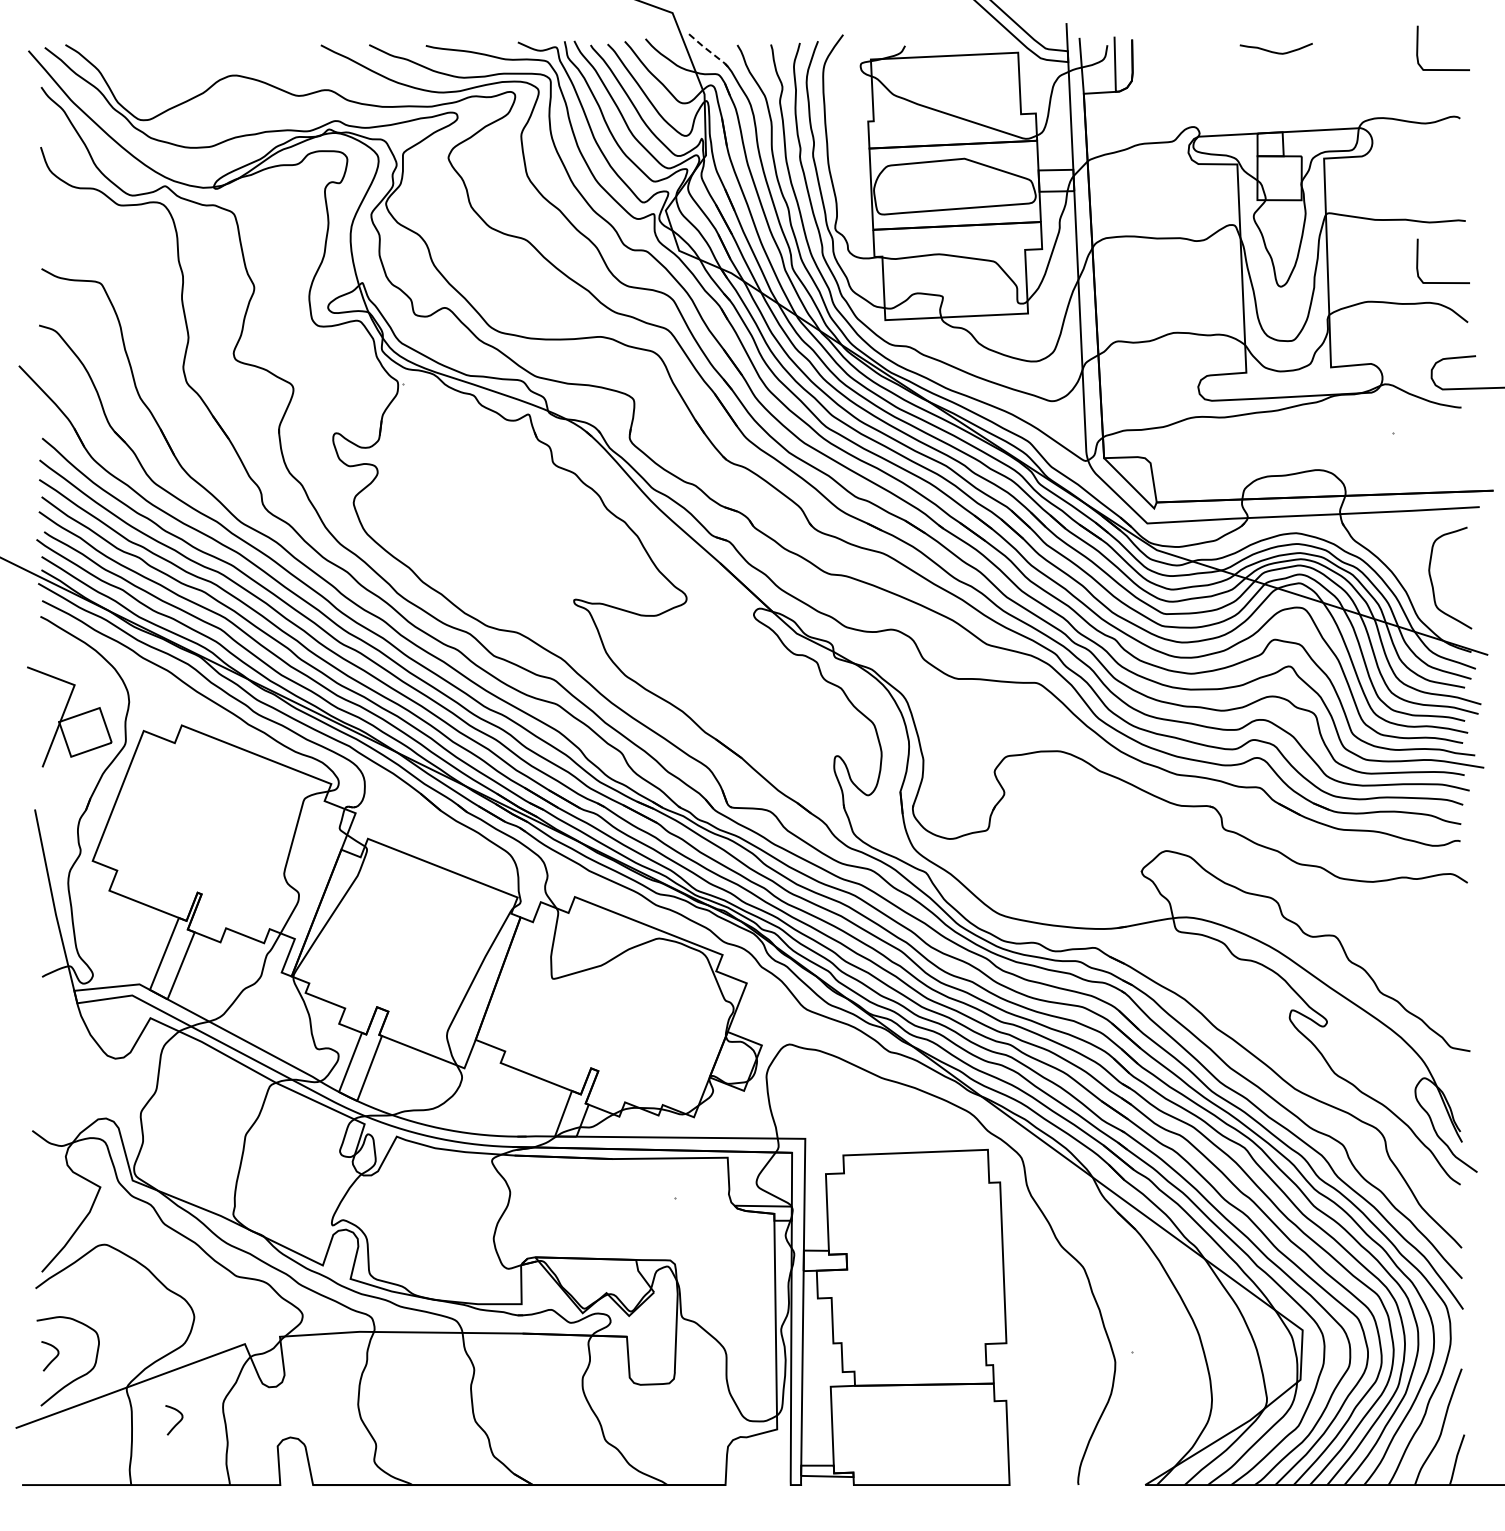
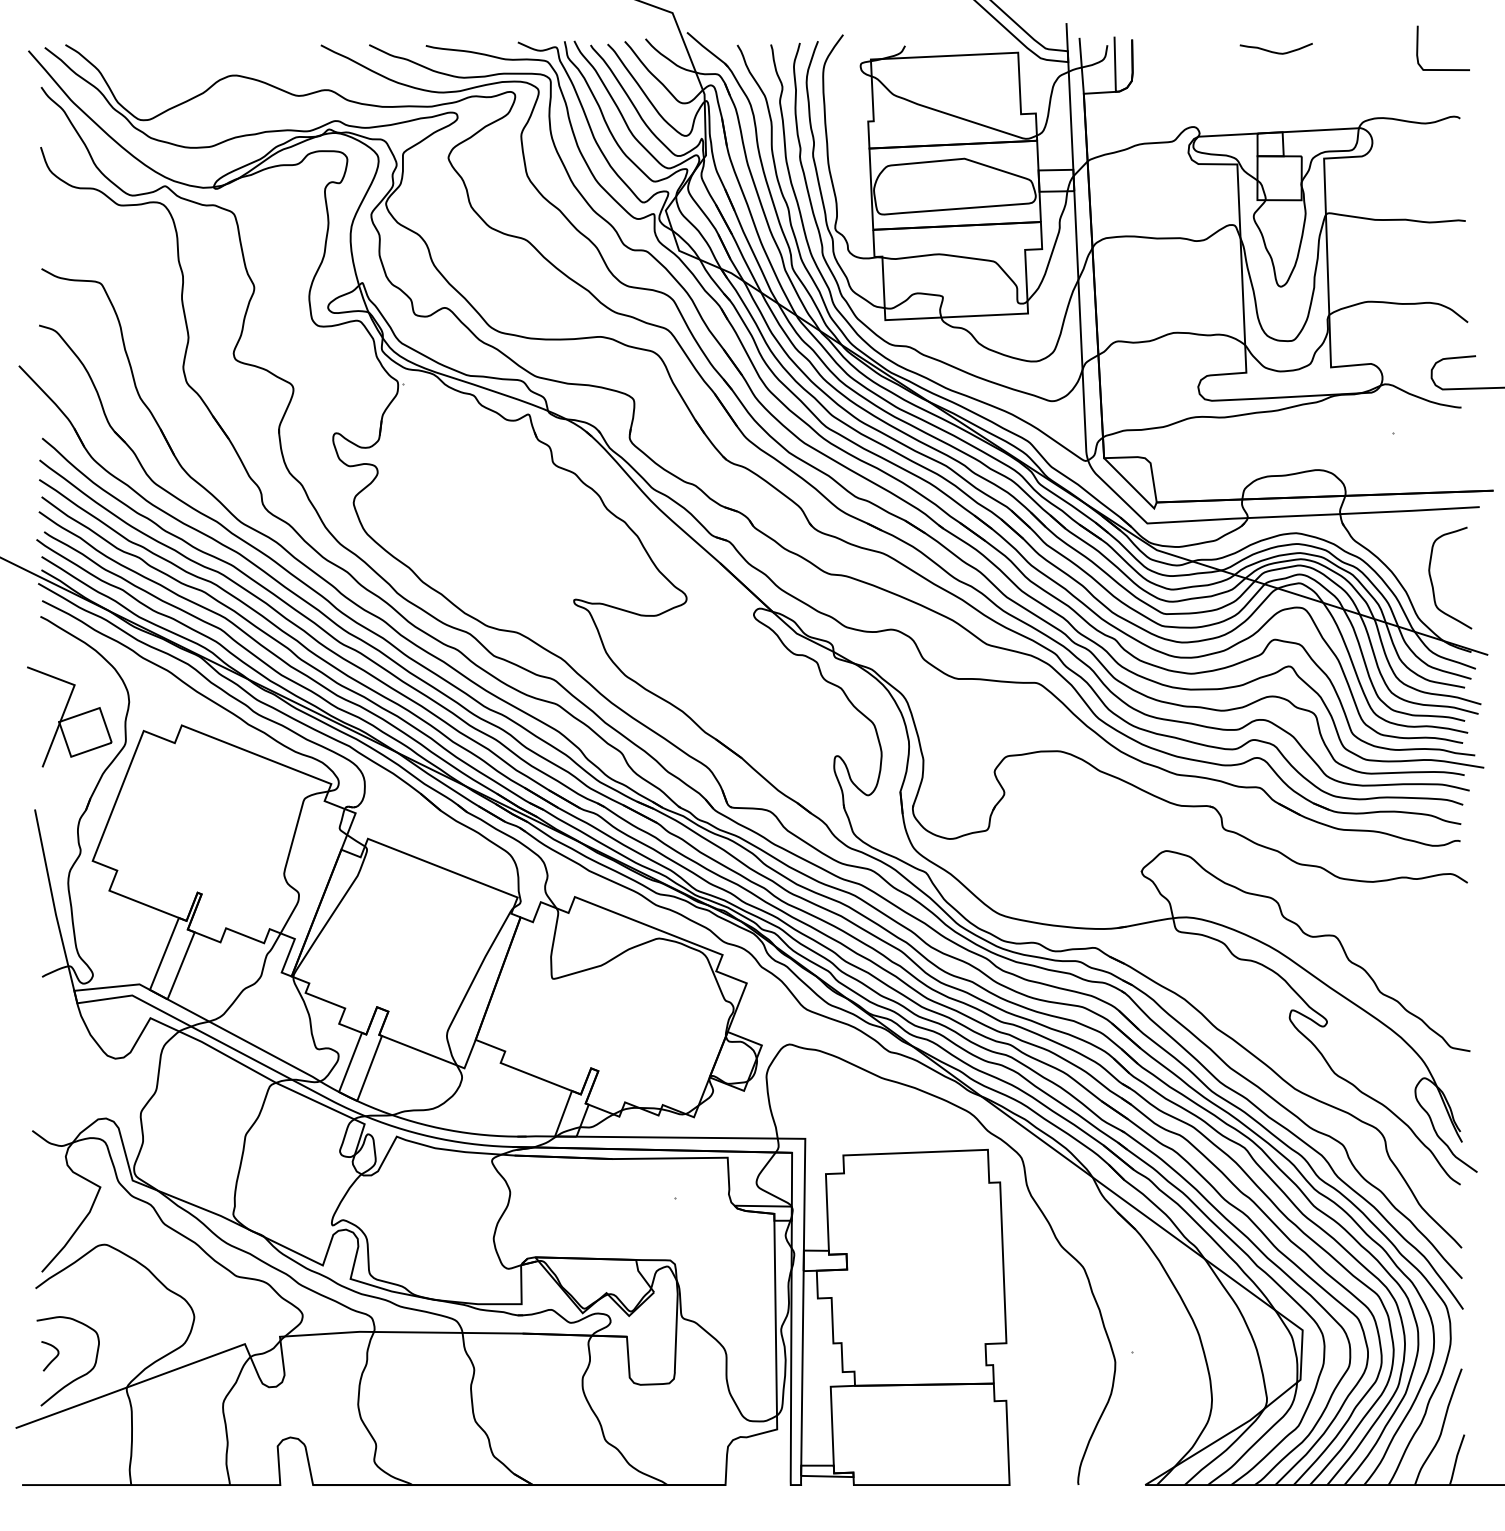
line at (707, 49): dashed -> solid
curve at (1442, 282): present -> none
curve at (177, 1422): present -> none
